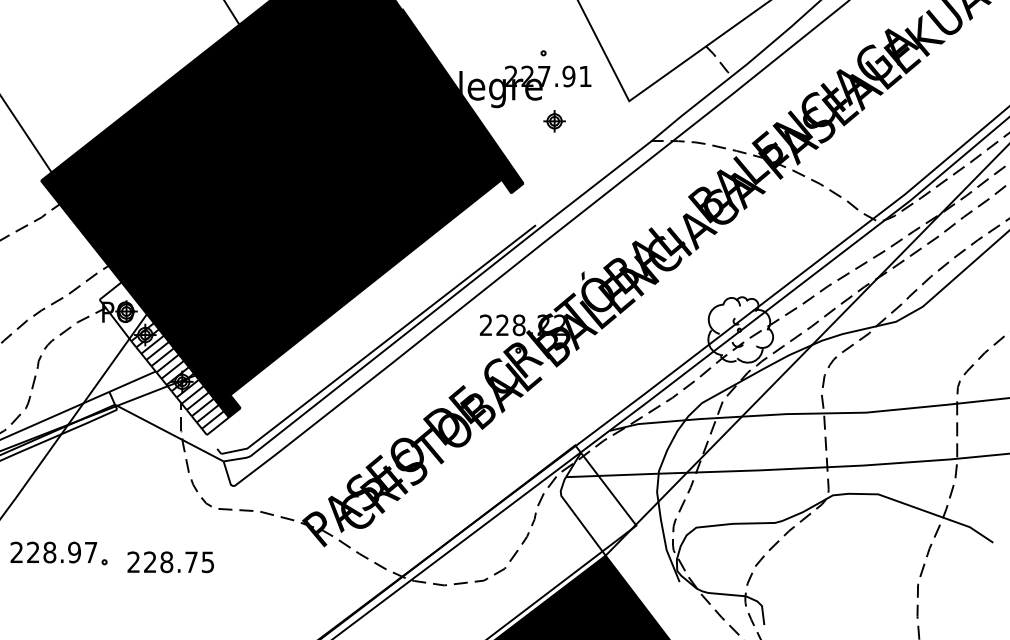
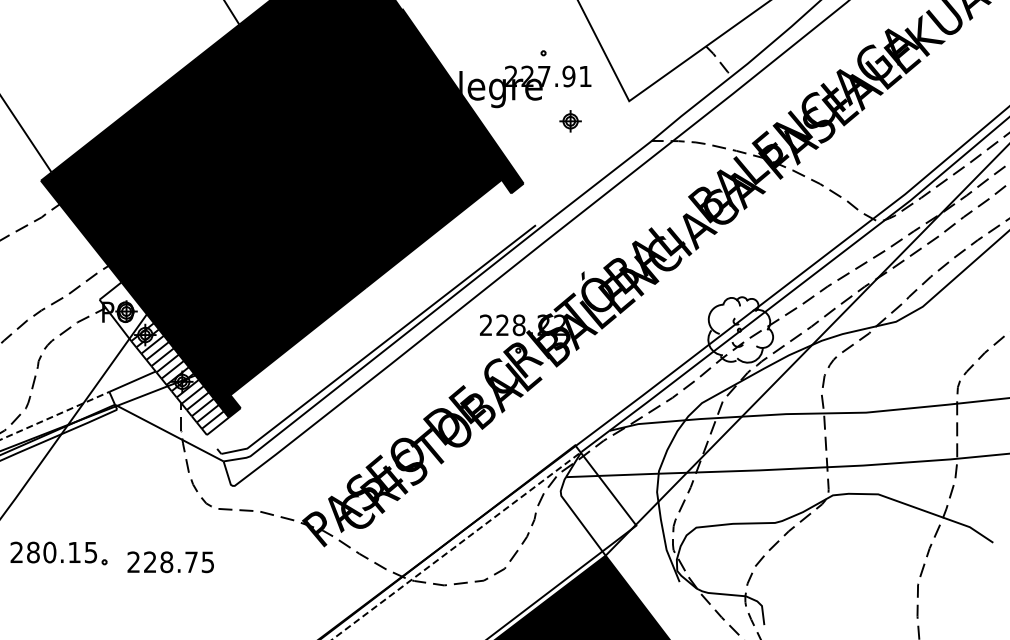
part at (554, 121) position: (554, 121) -> (570, 121)
line at (55, 415): solid -> dashed
line at (457, 545): solid -> dashed
text at (62, 552): 228.97 -> 280.15
